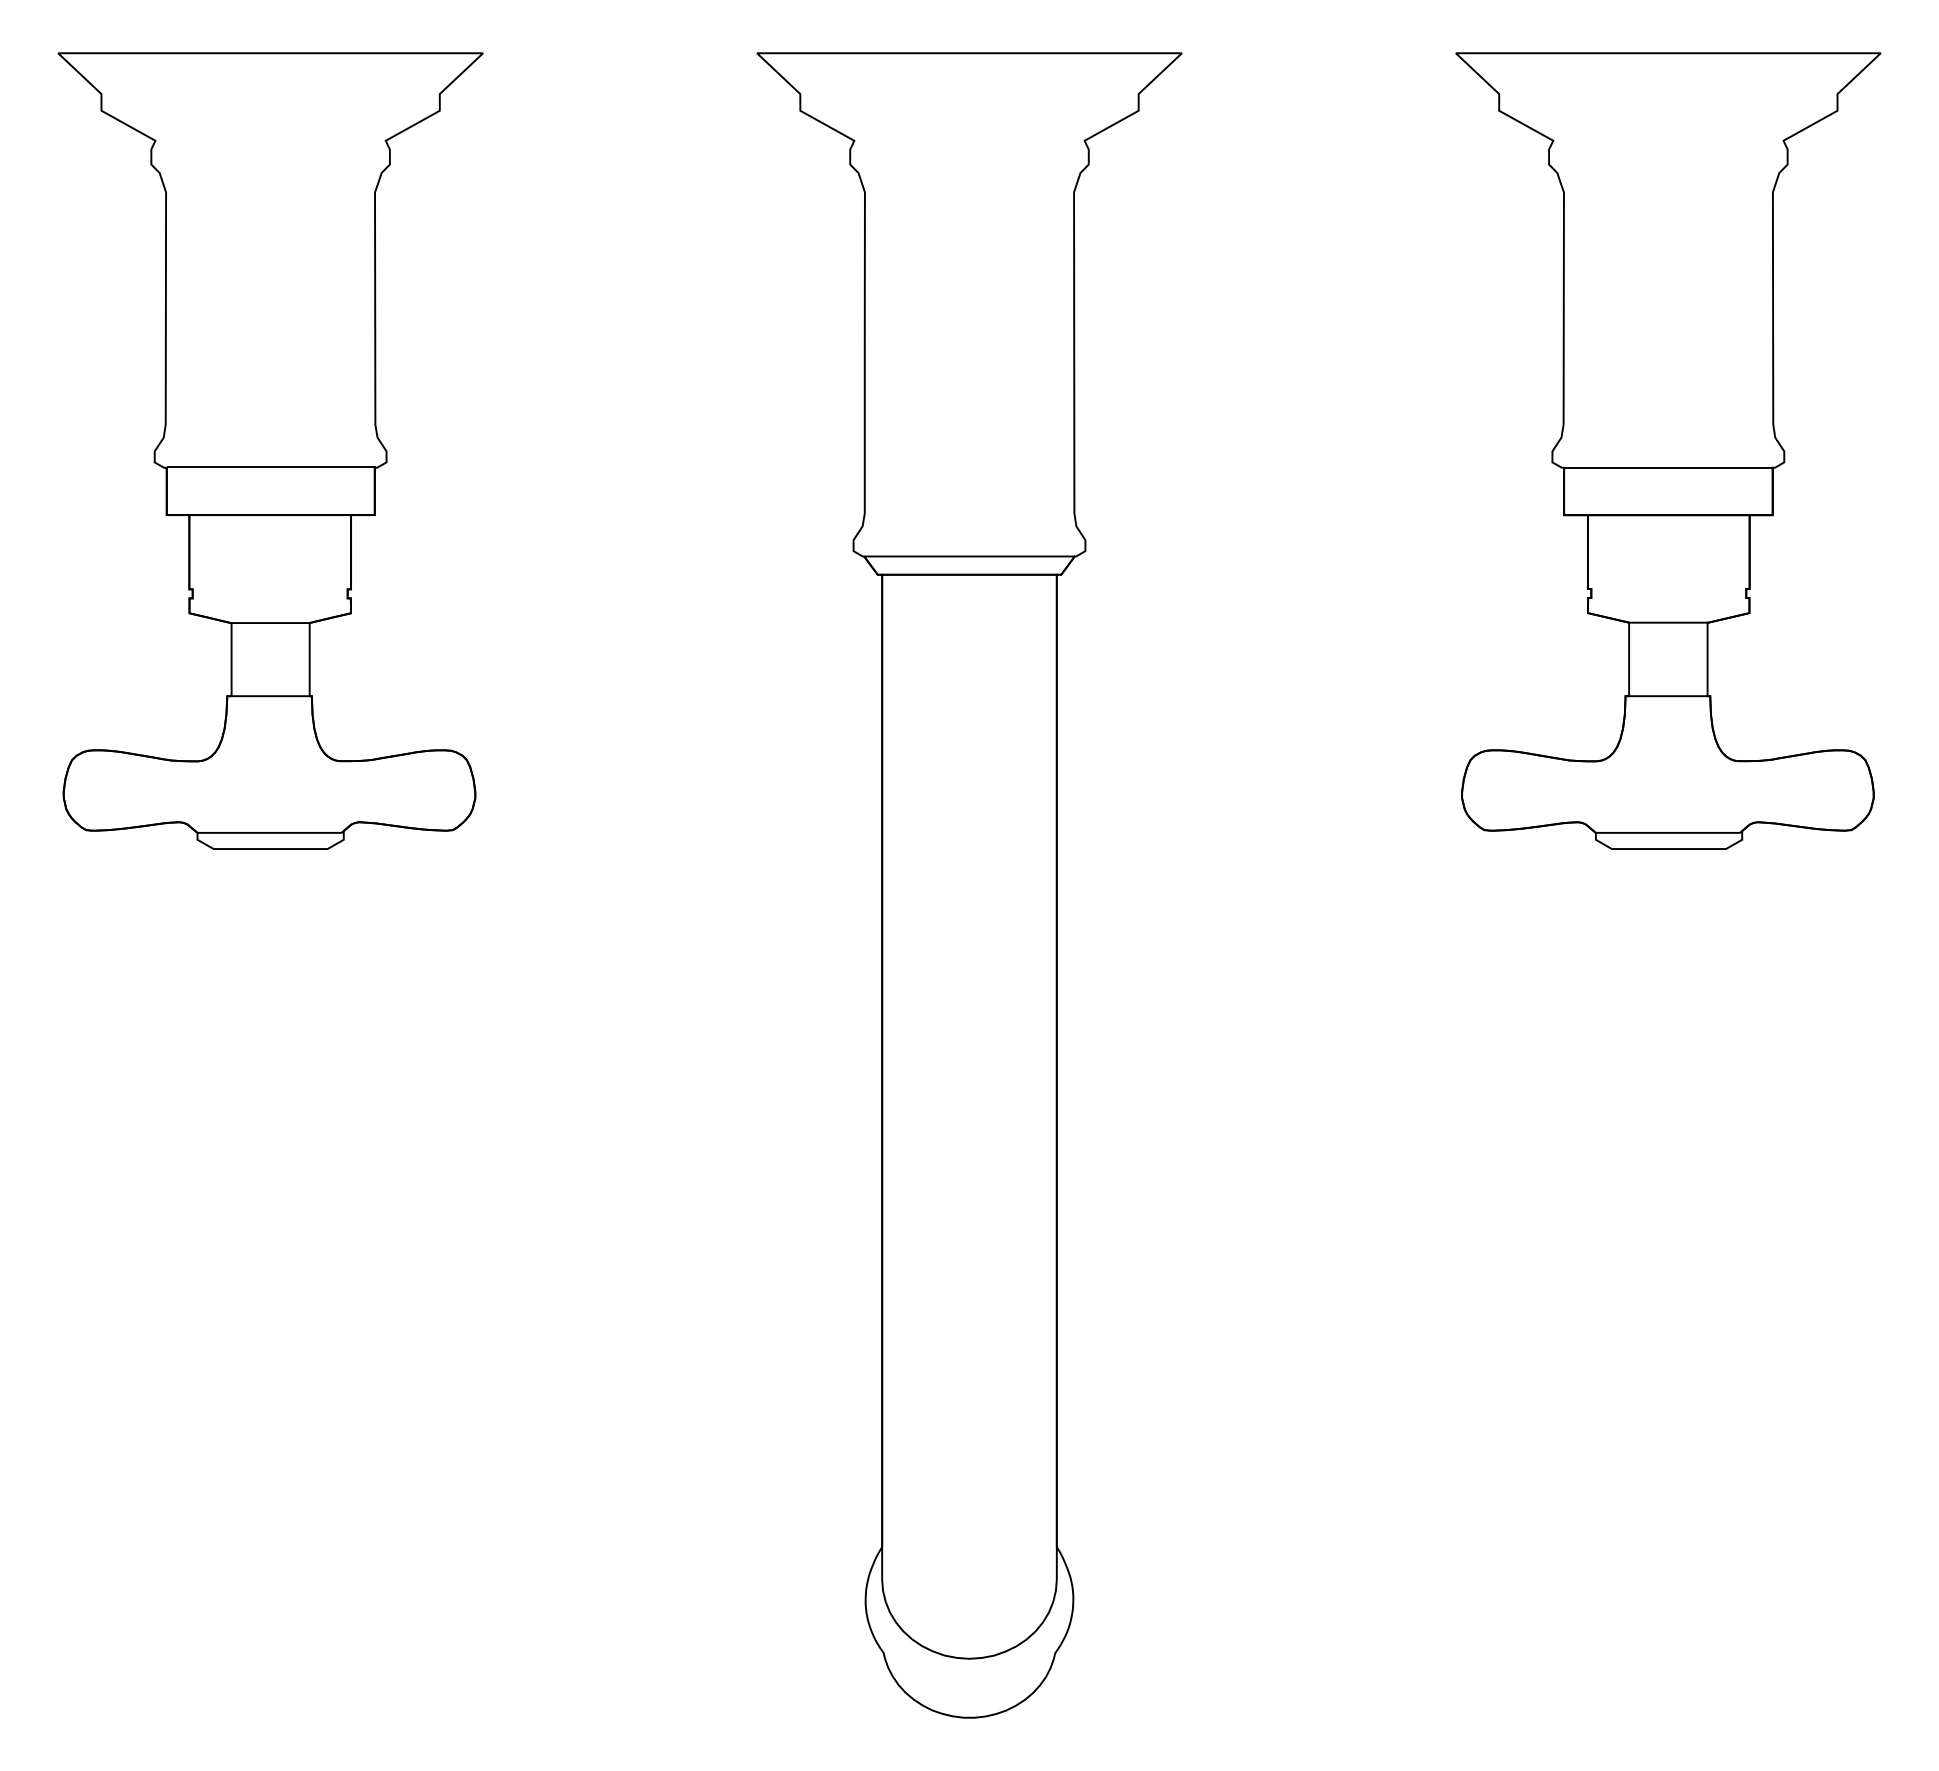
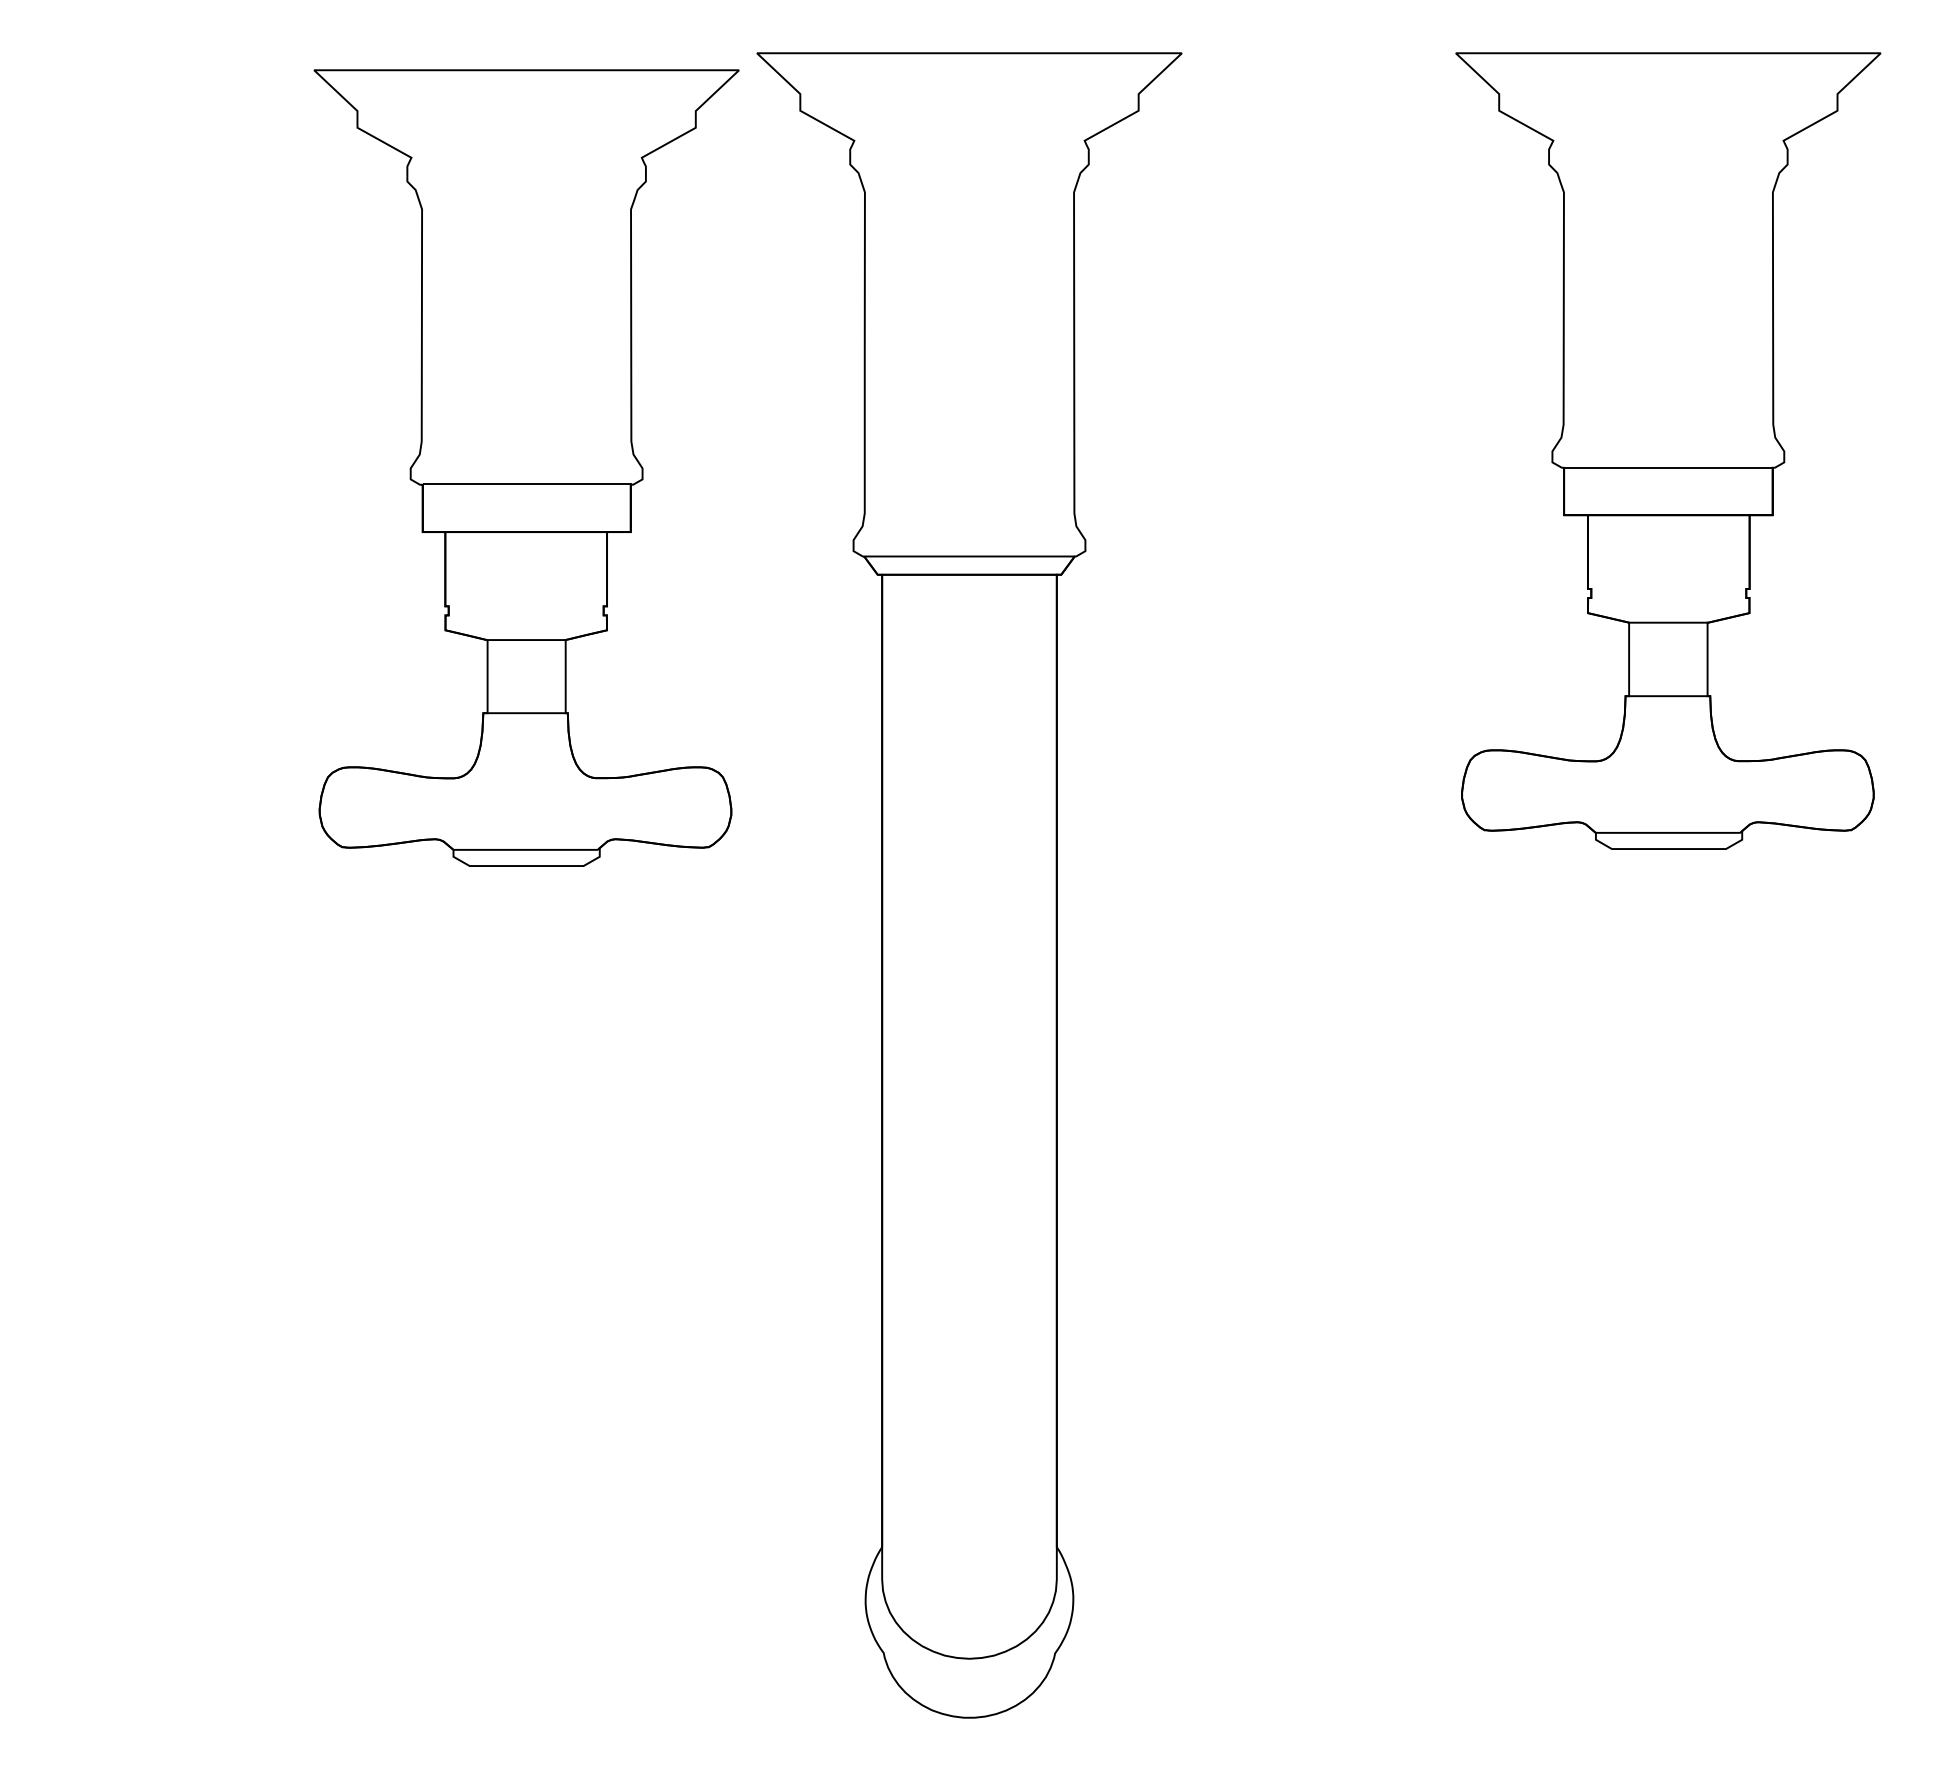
part at (270, 450) position: (270, 450) -> (526, 467)
